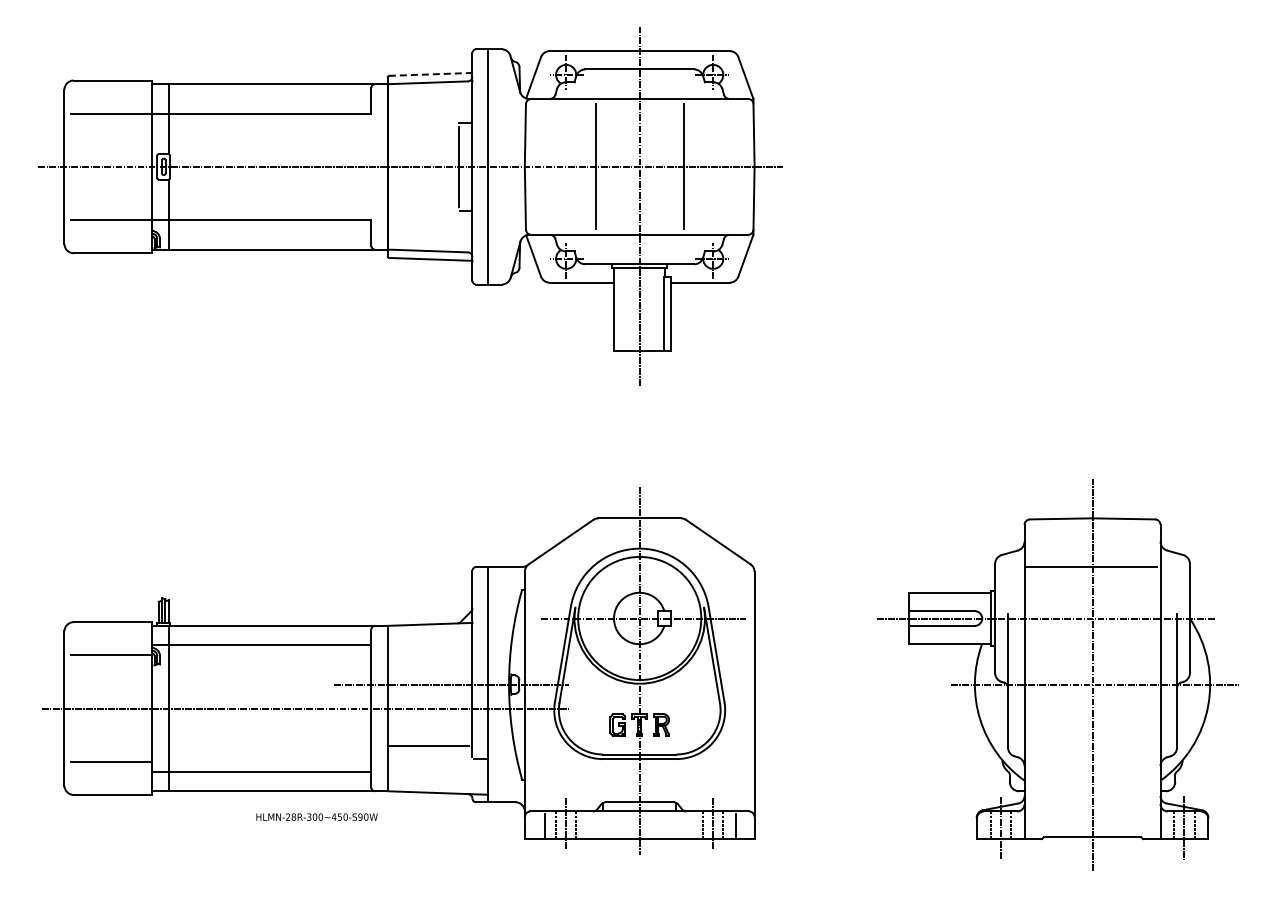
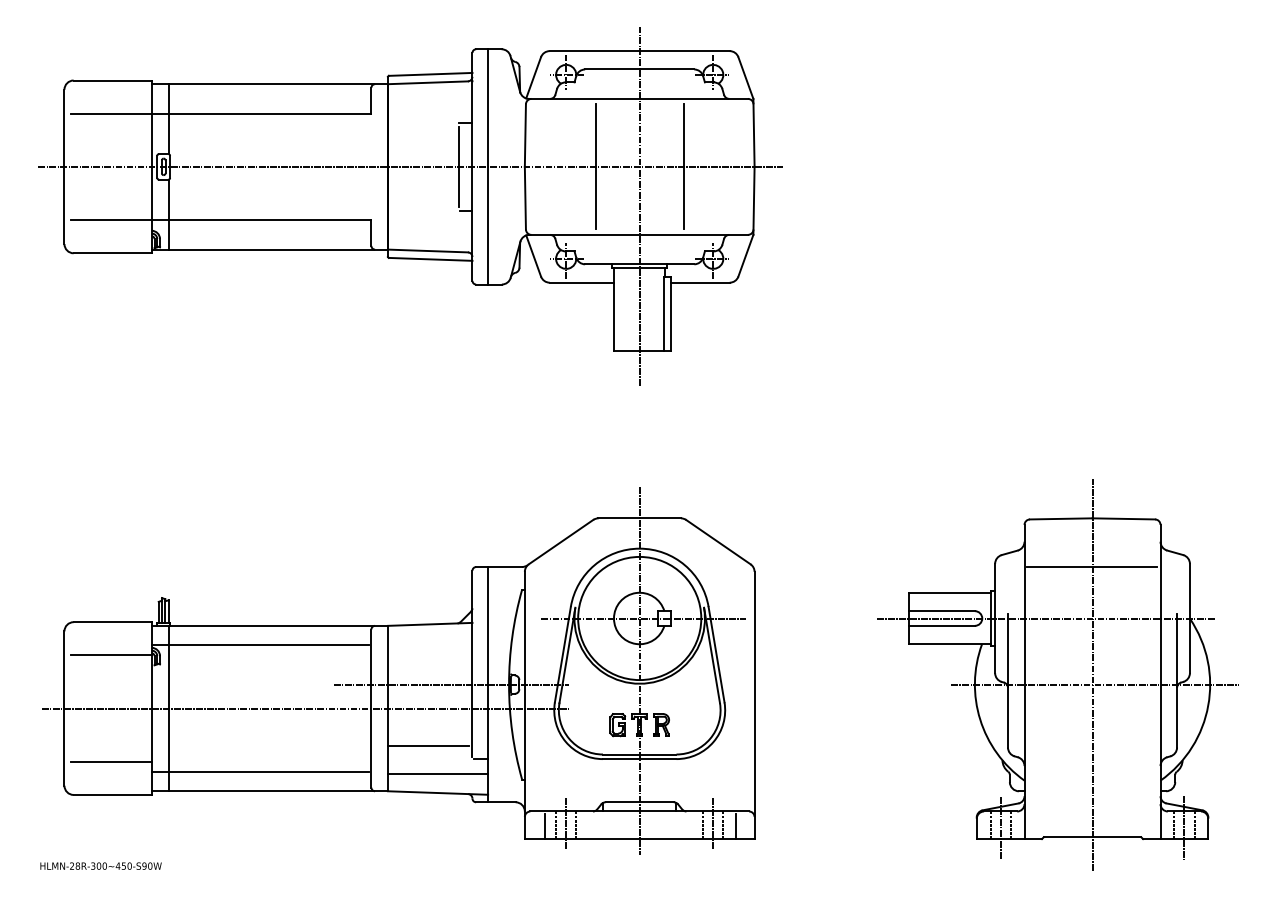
line at (430, 74): dashed -> solid
line at (437, 773): none -> present
text at (316, 816) position: (316, 816) -> (100, 865)
